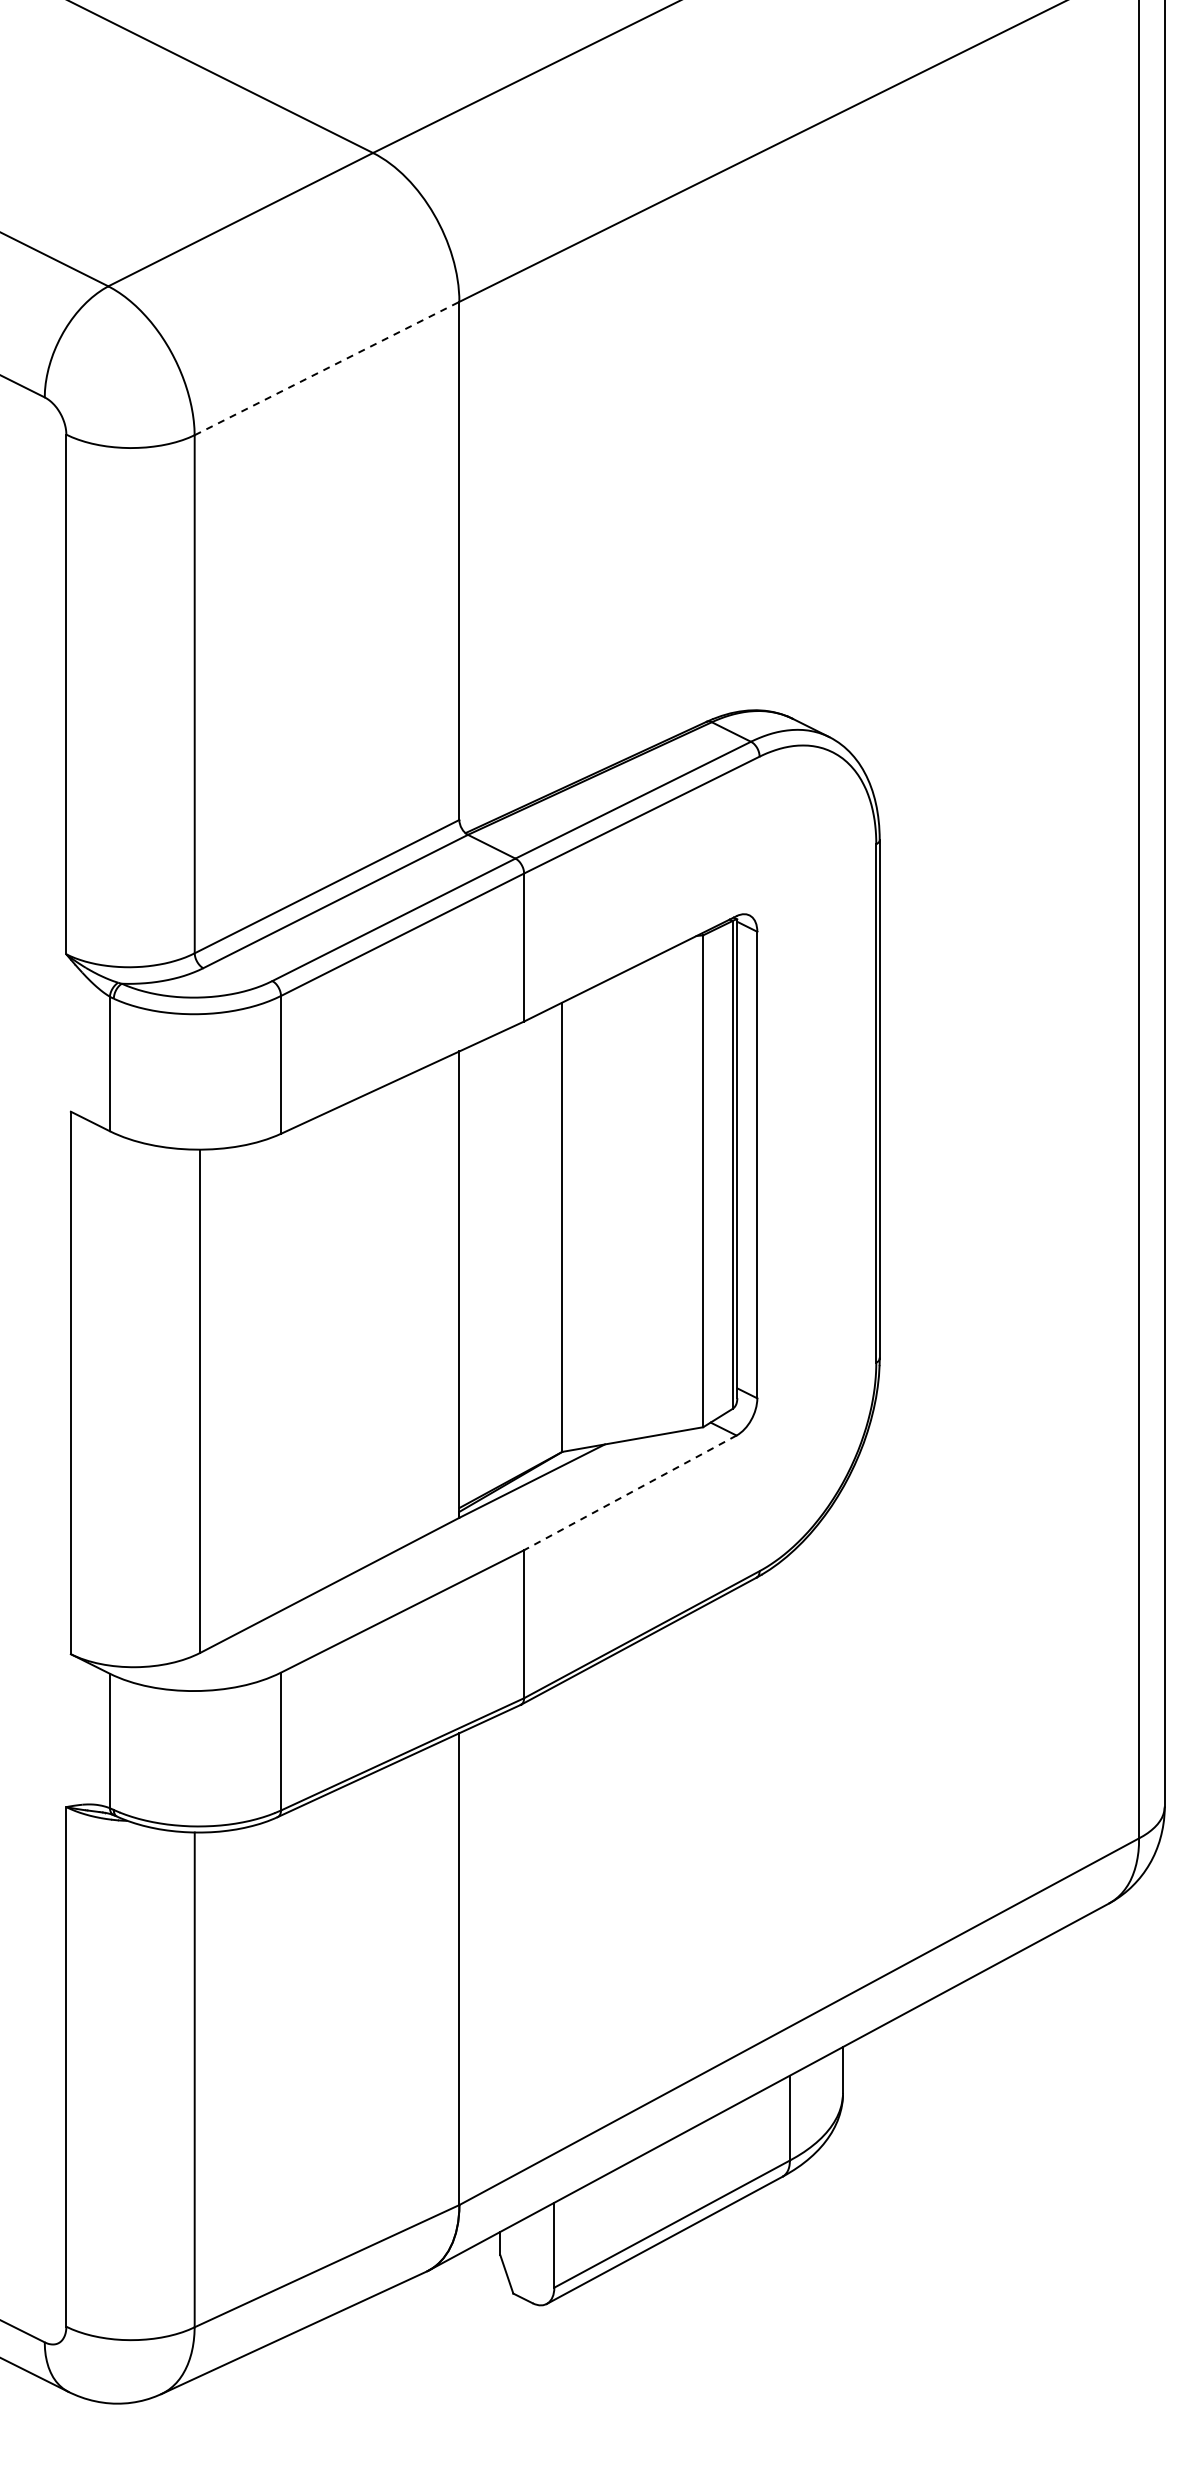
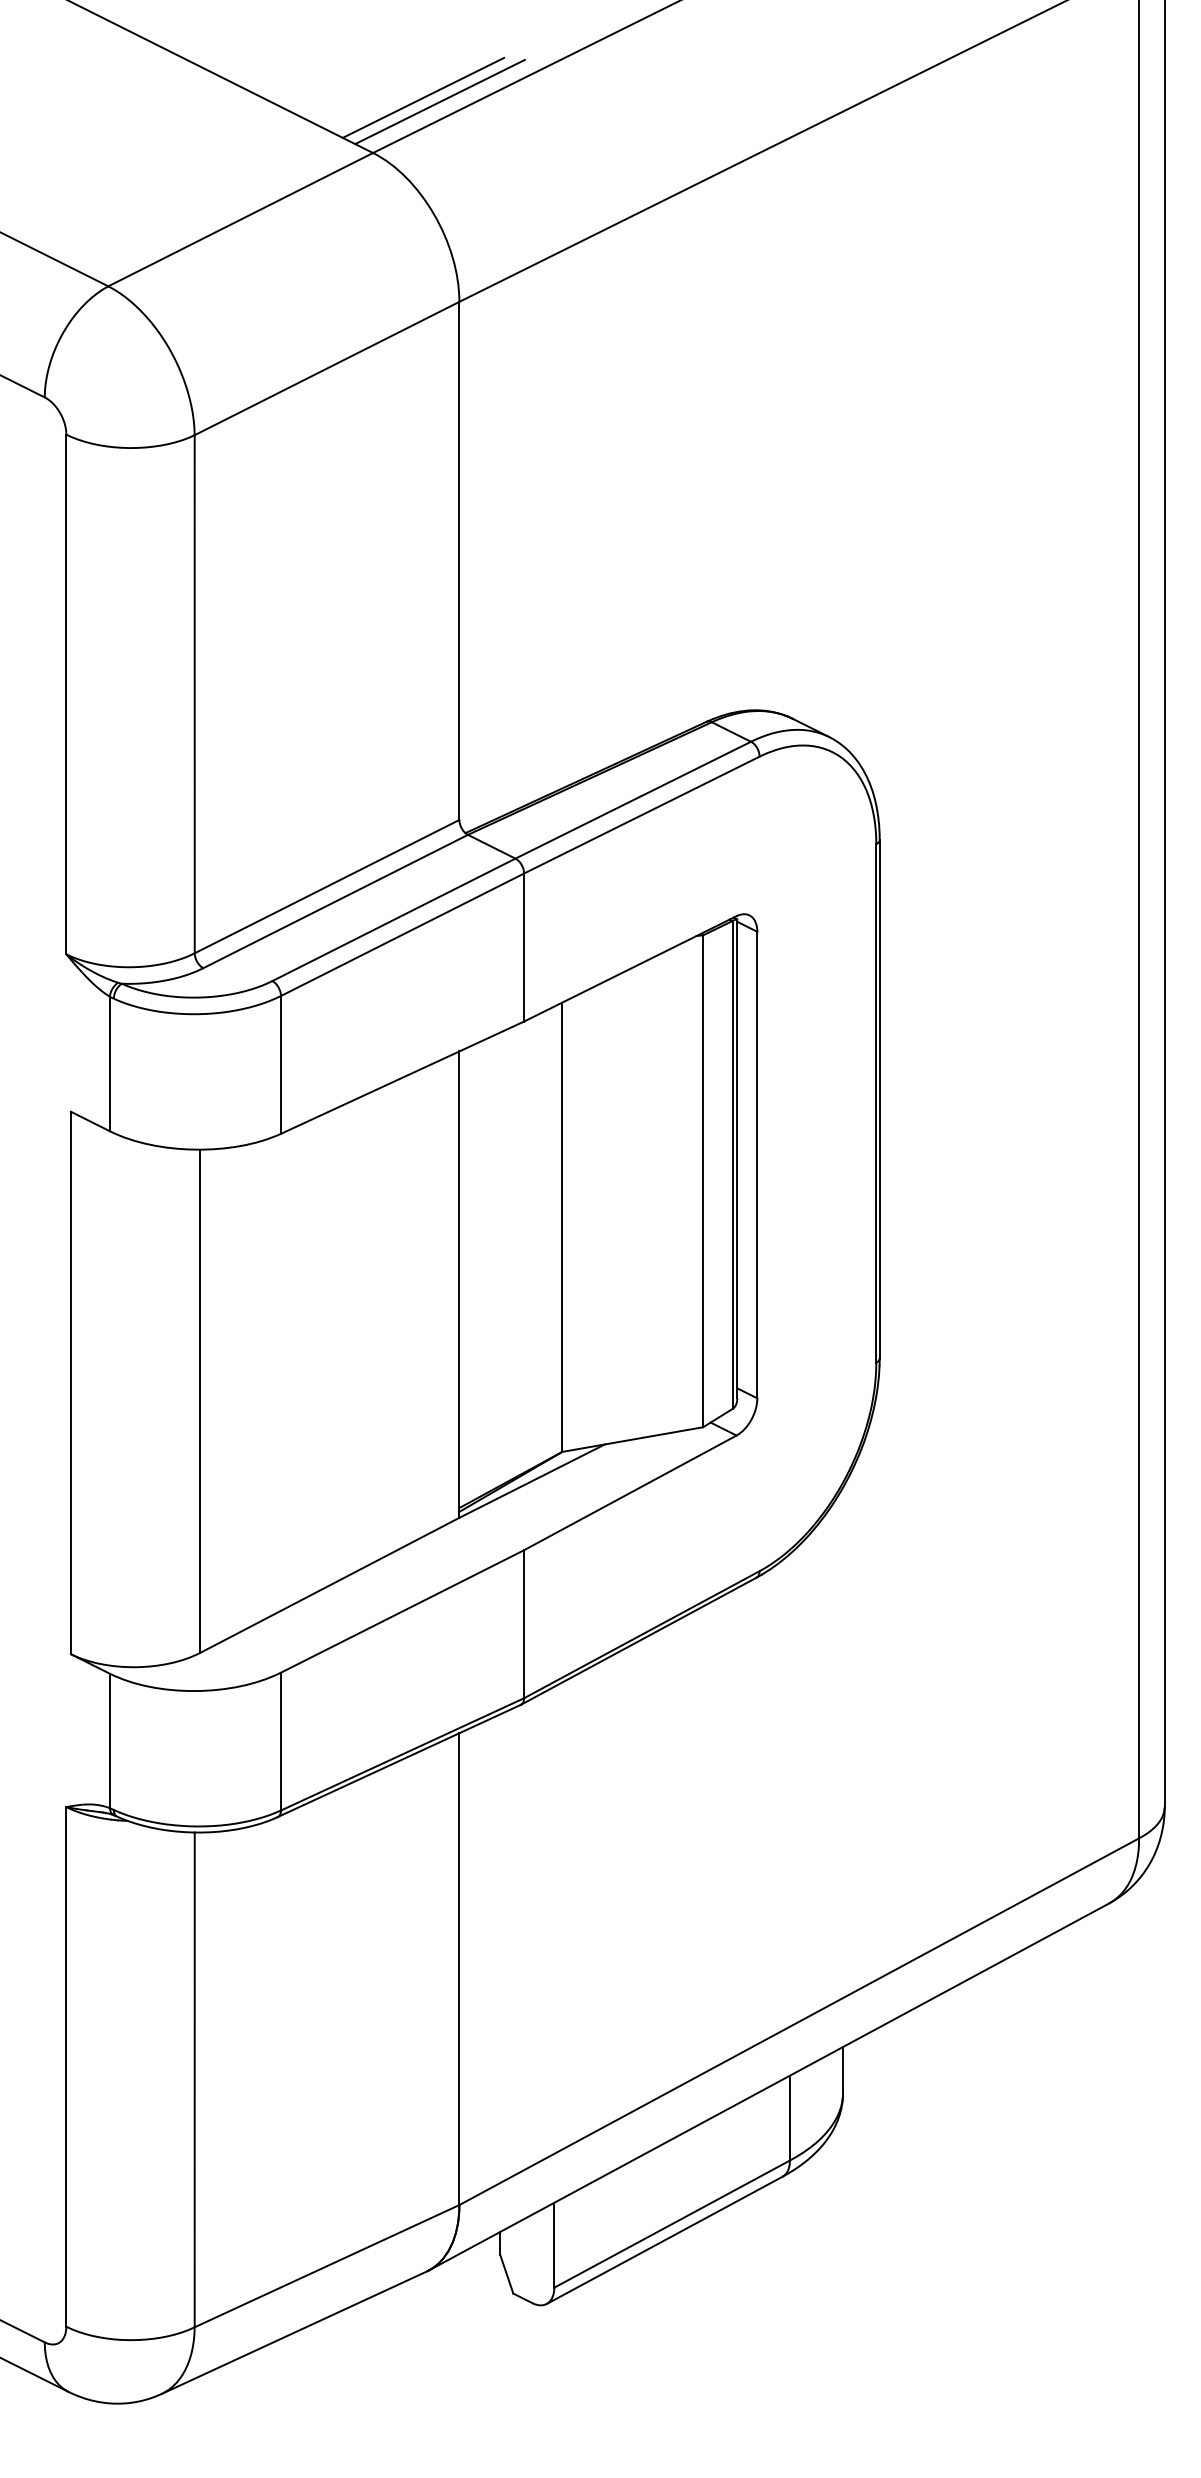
line at (423, 97): none -> present
line at (439, 101): none -> present
line at (327, 368): dashed -> solid
line at (630, 1492): dashed -> solid
